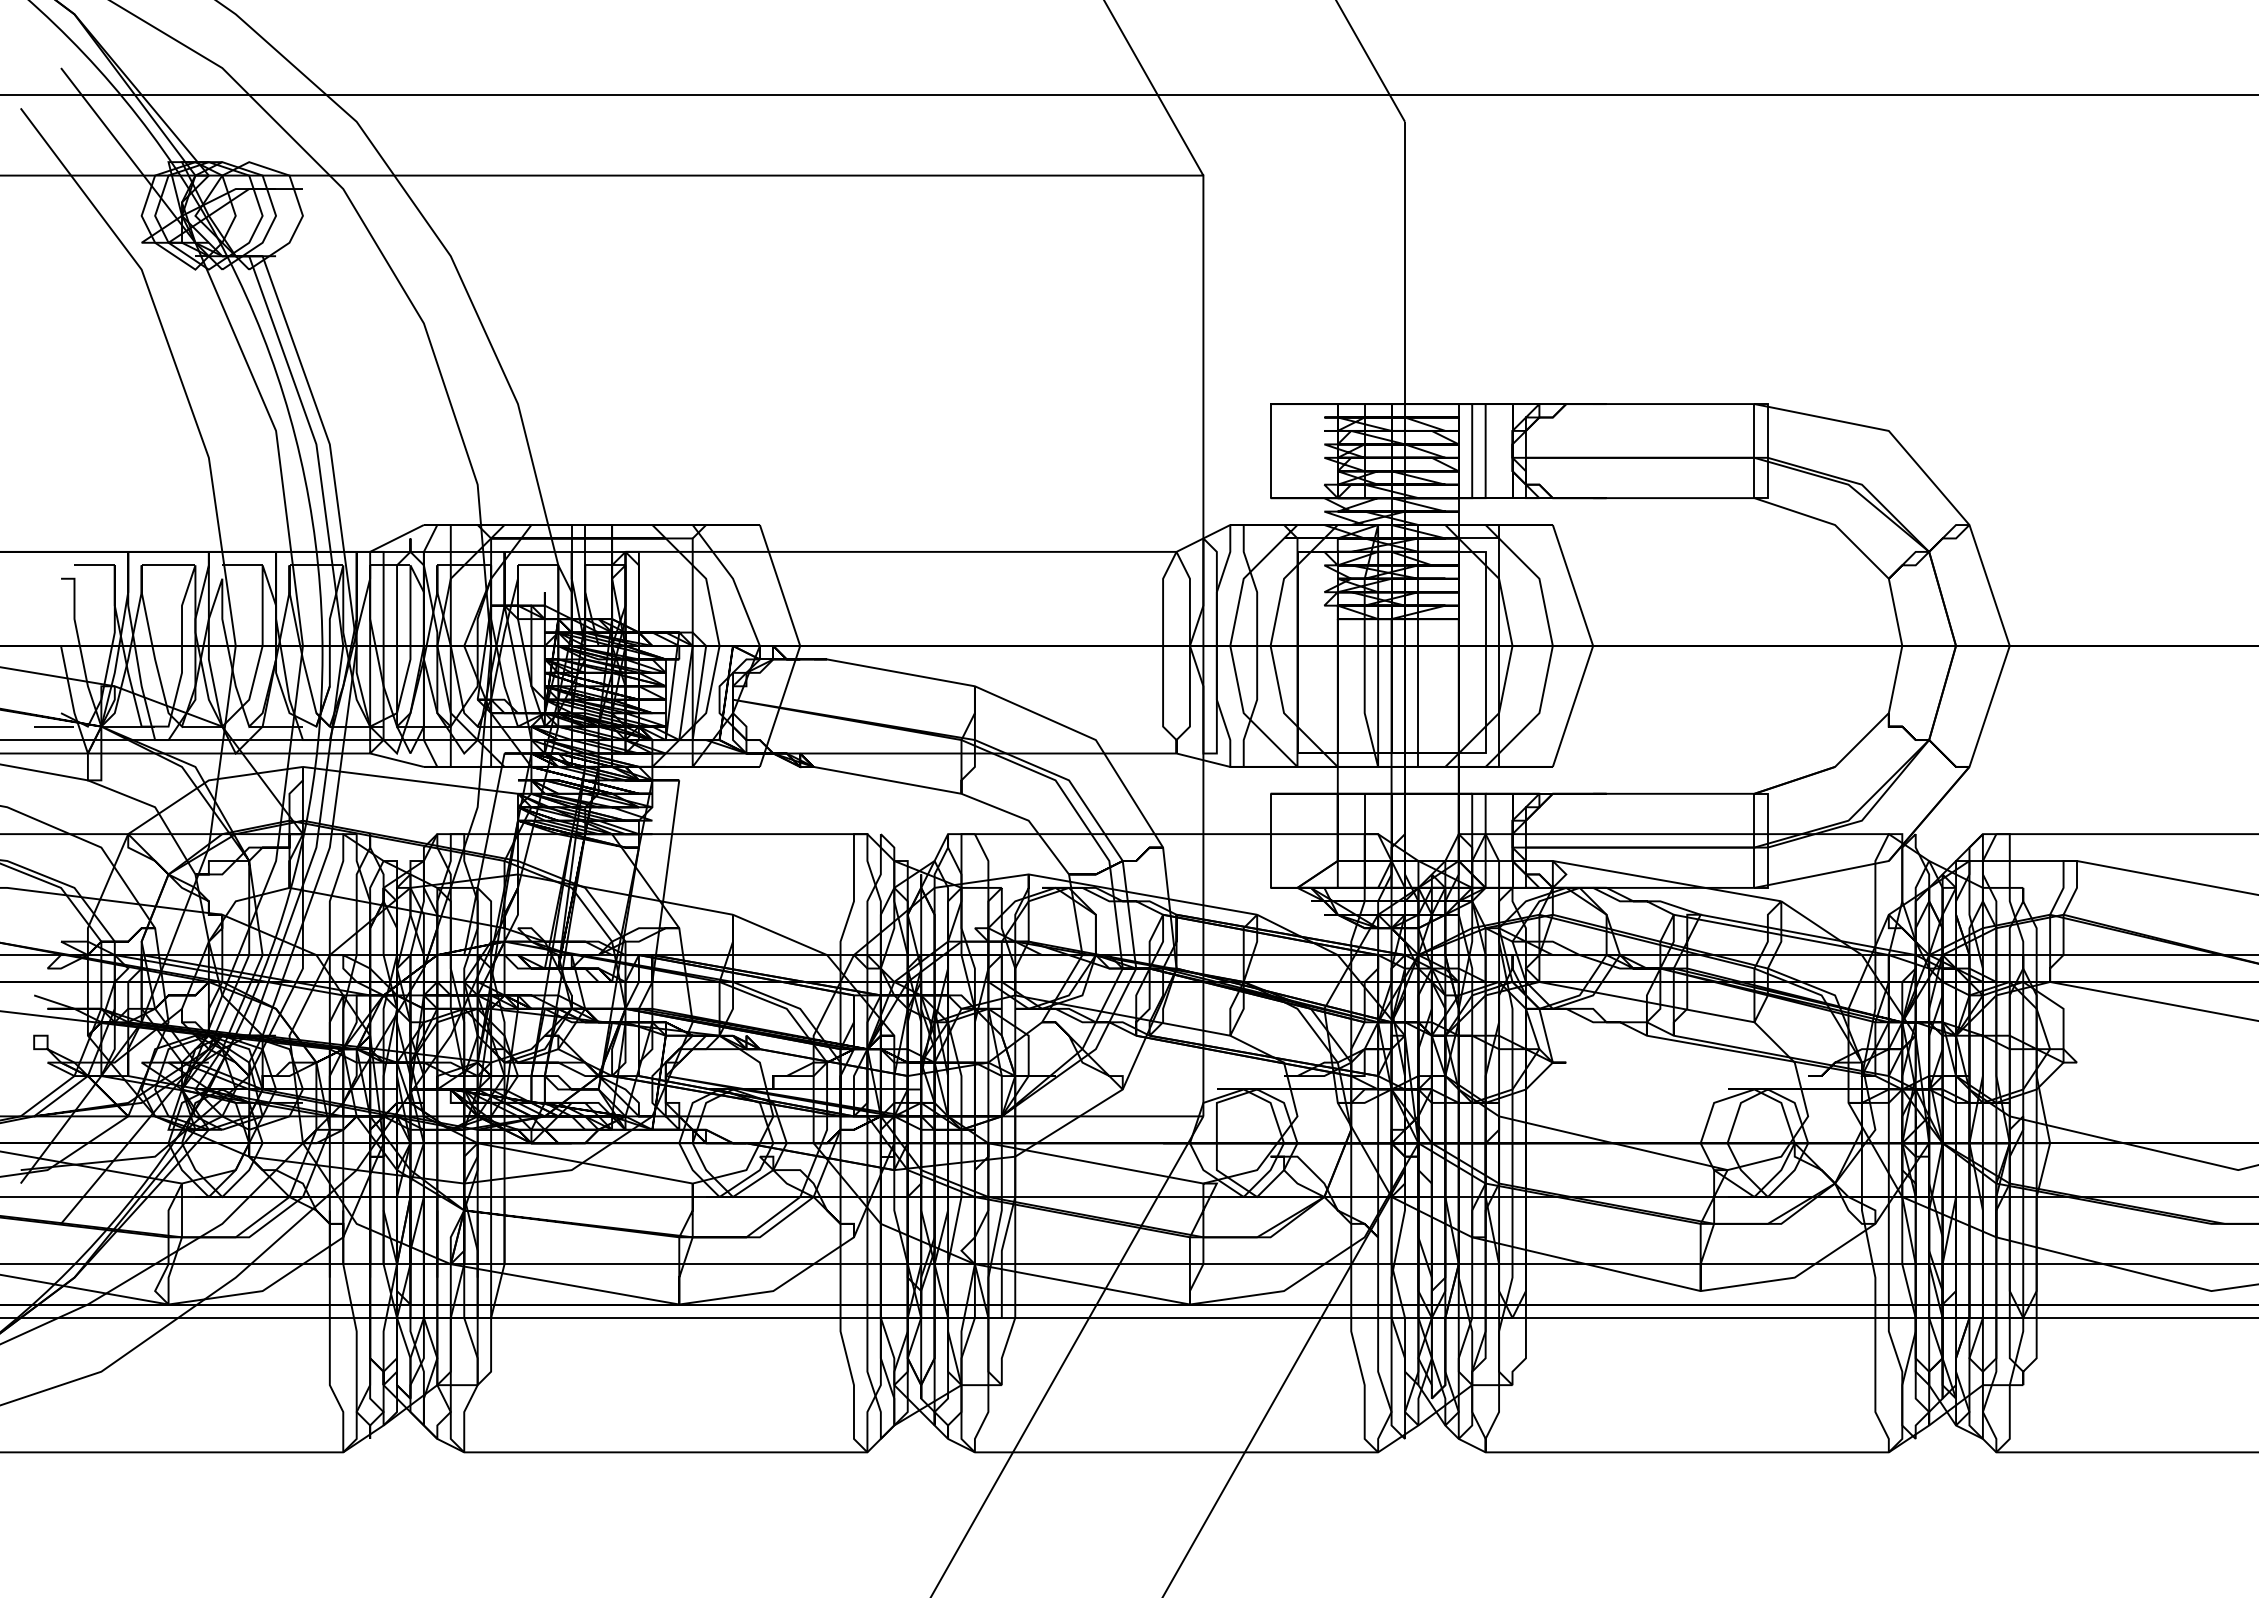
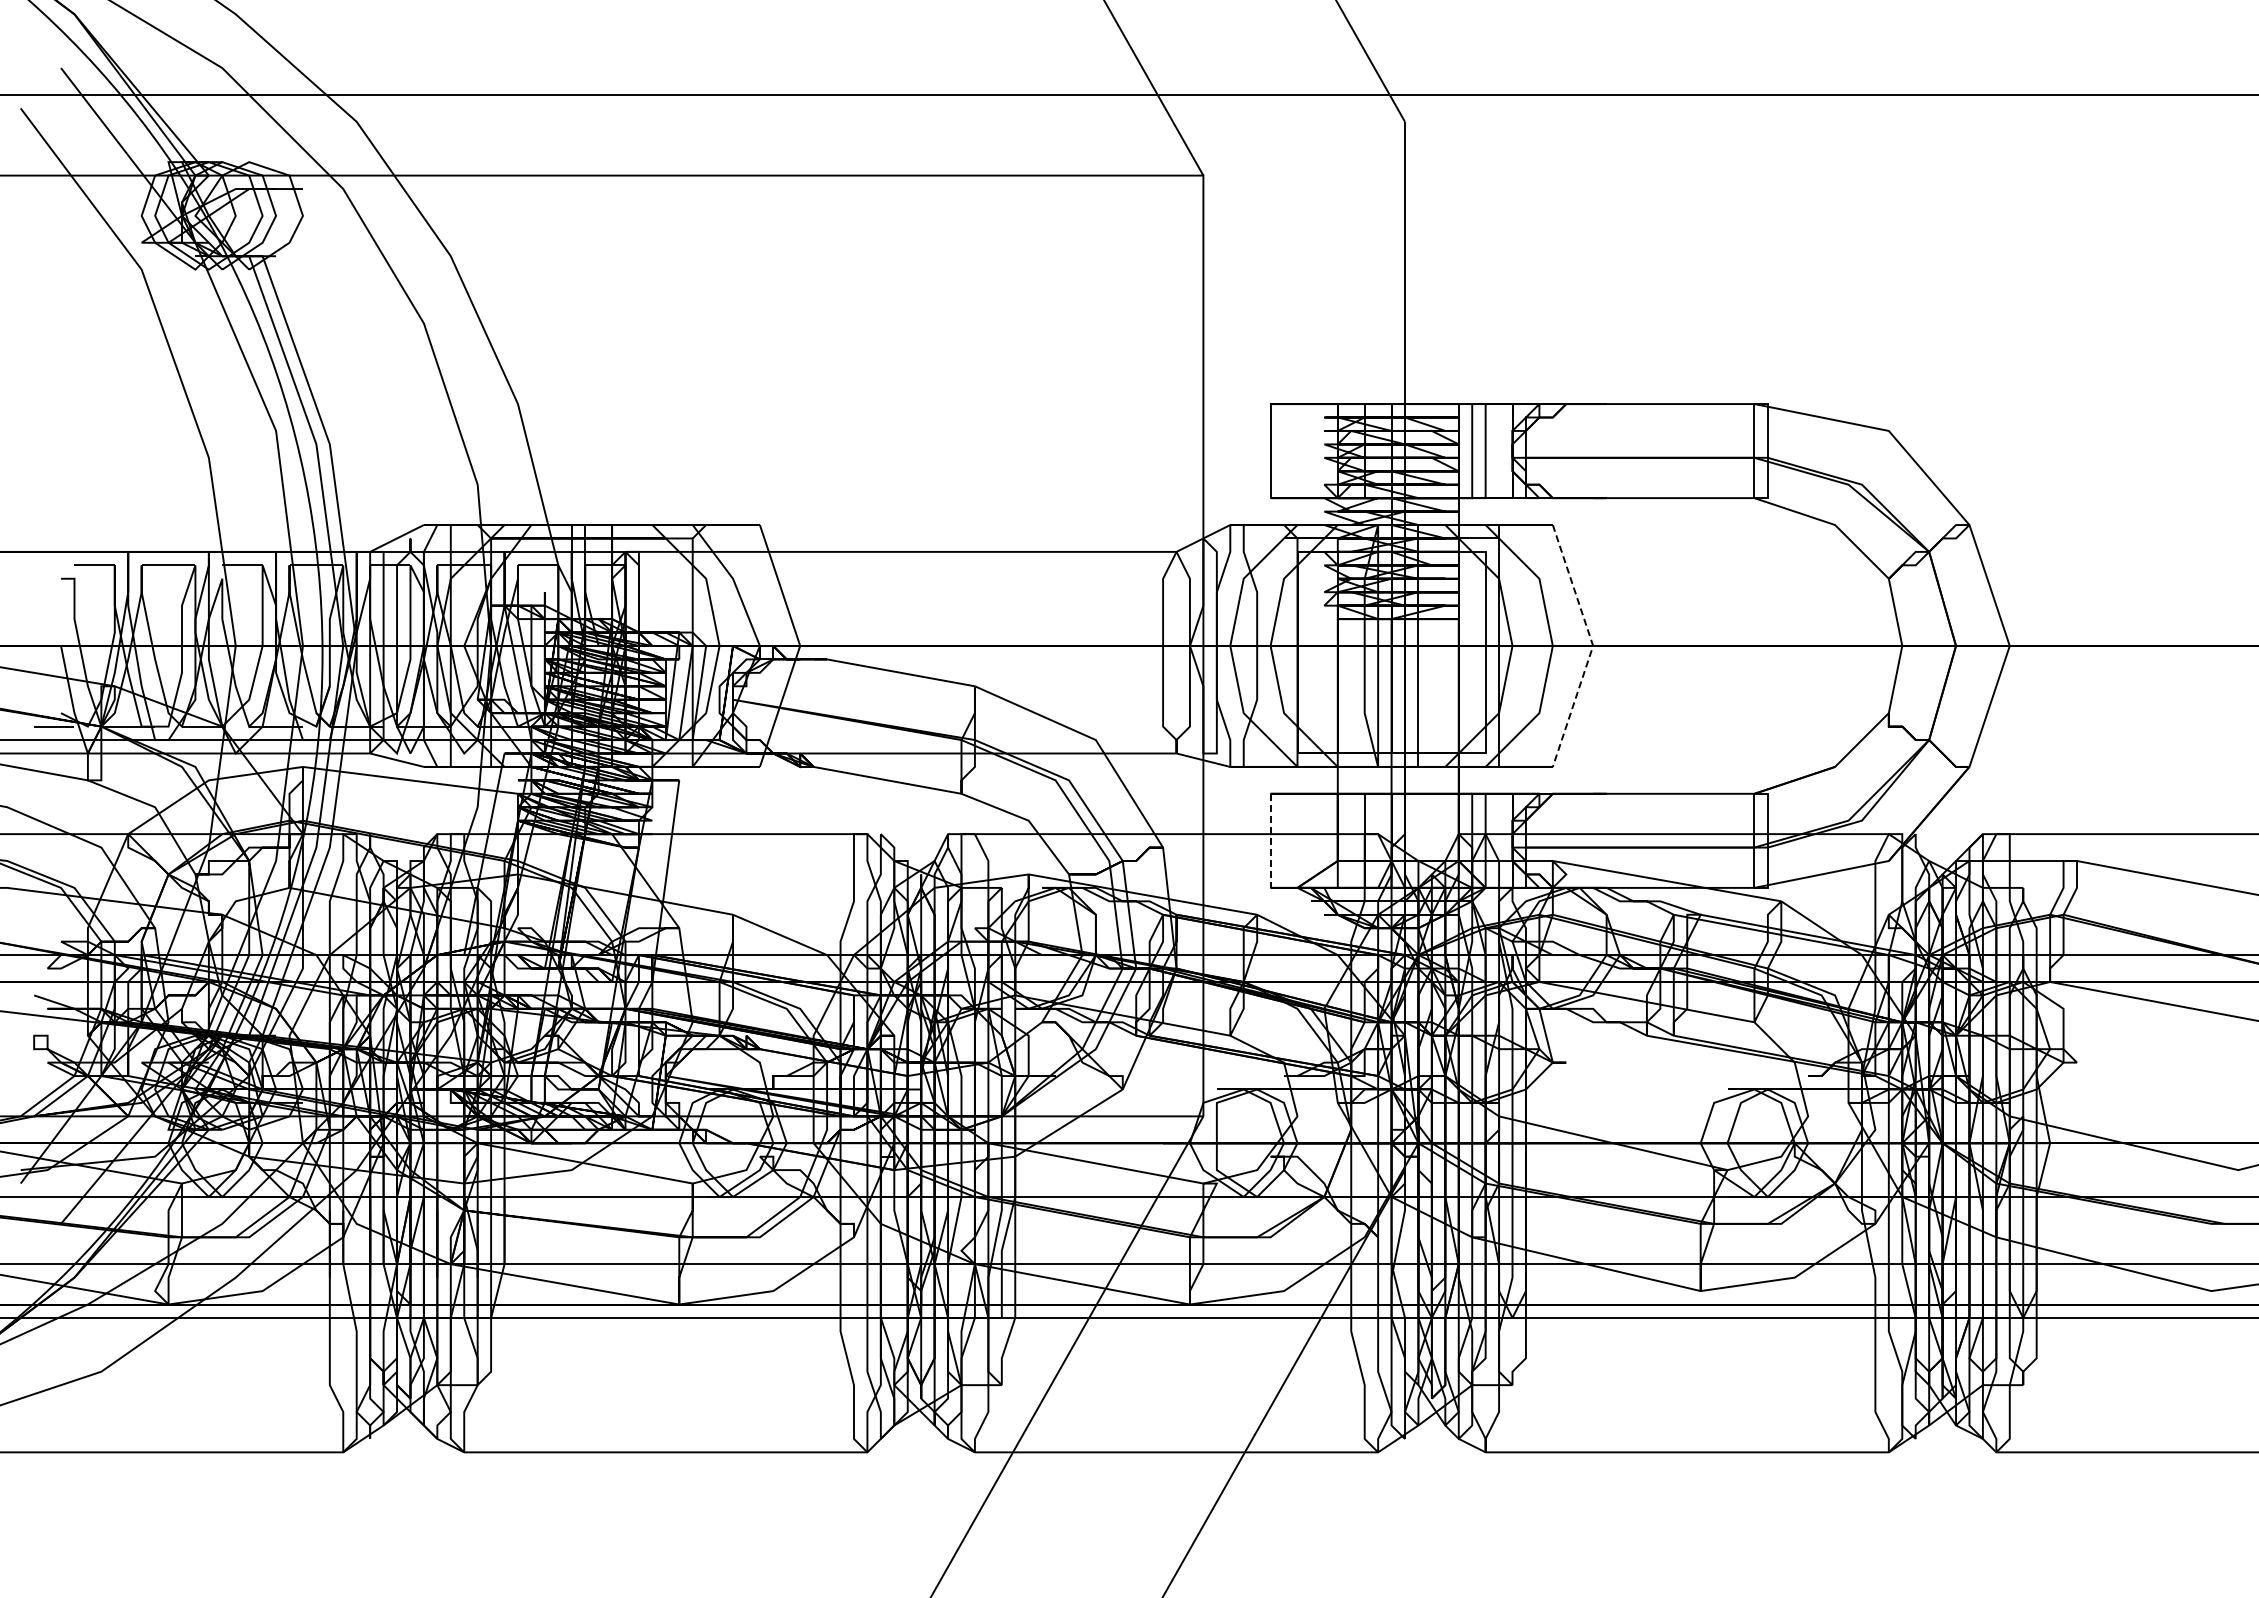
line at (1593, 645): solid -> dashed
line at (1270, 841): solid -> dashed
